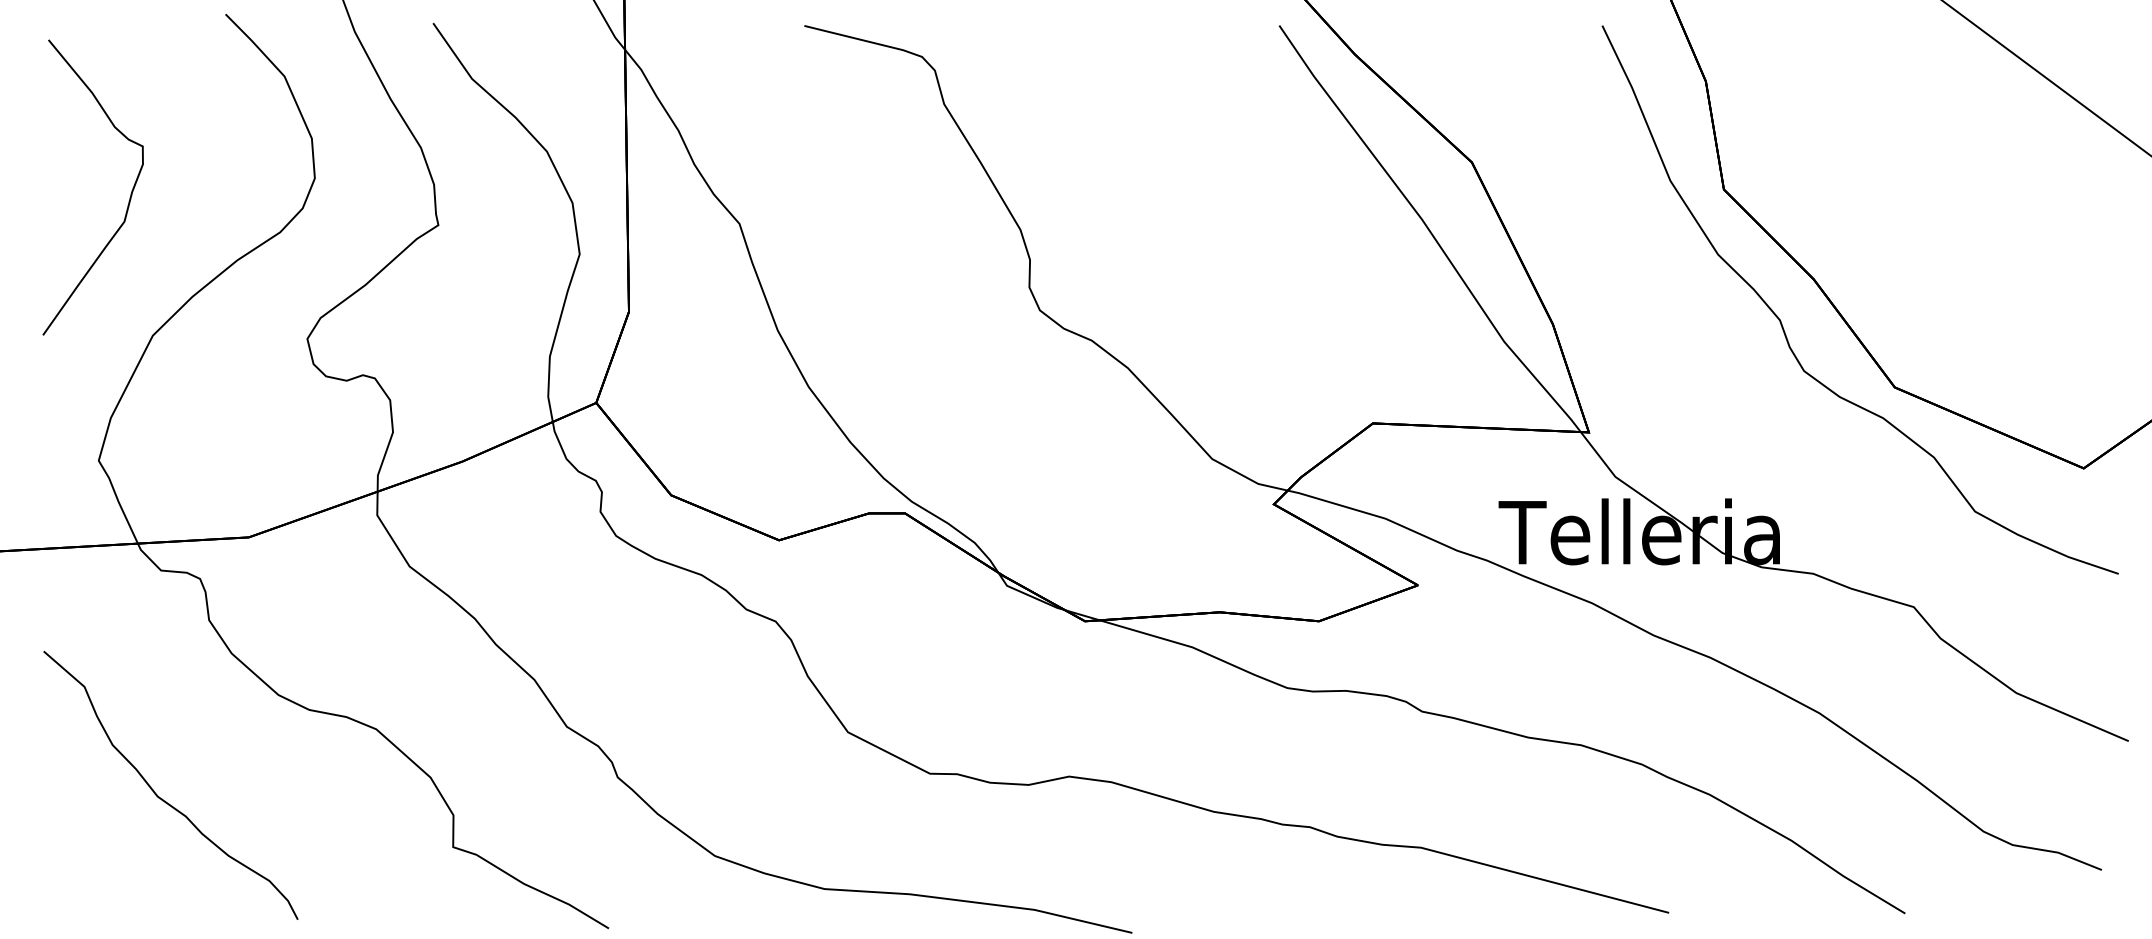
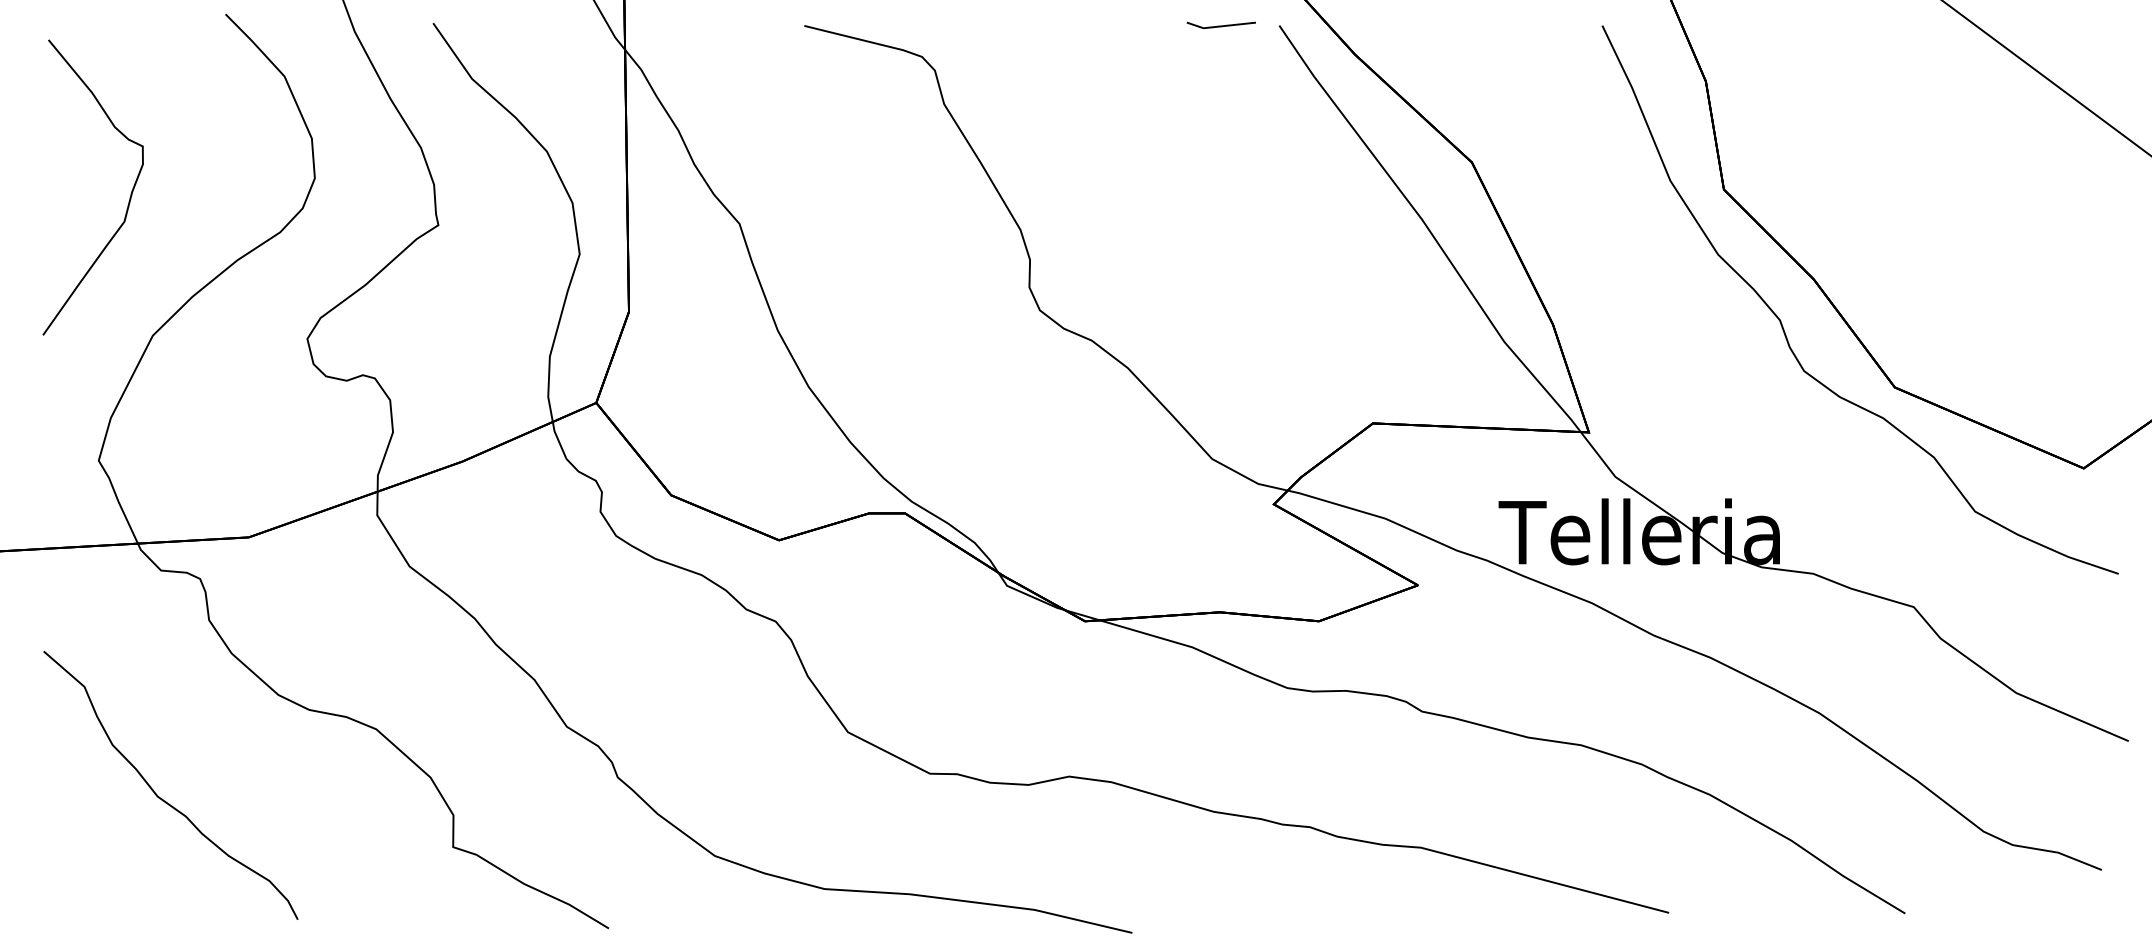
line at (1220, 25): none -> present
